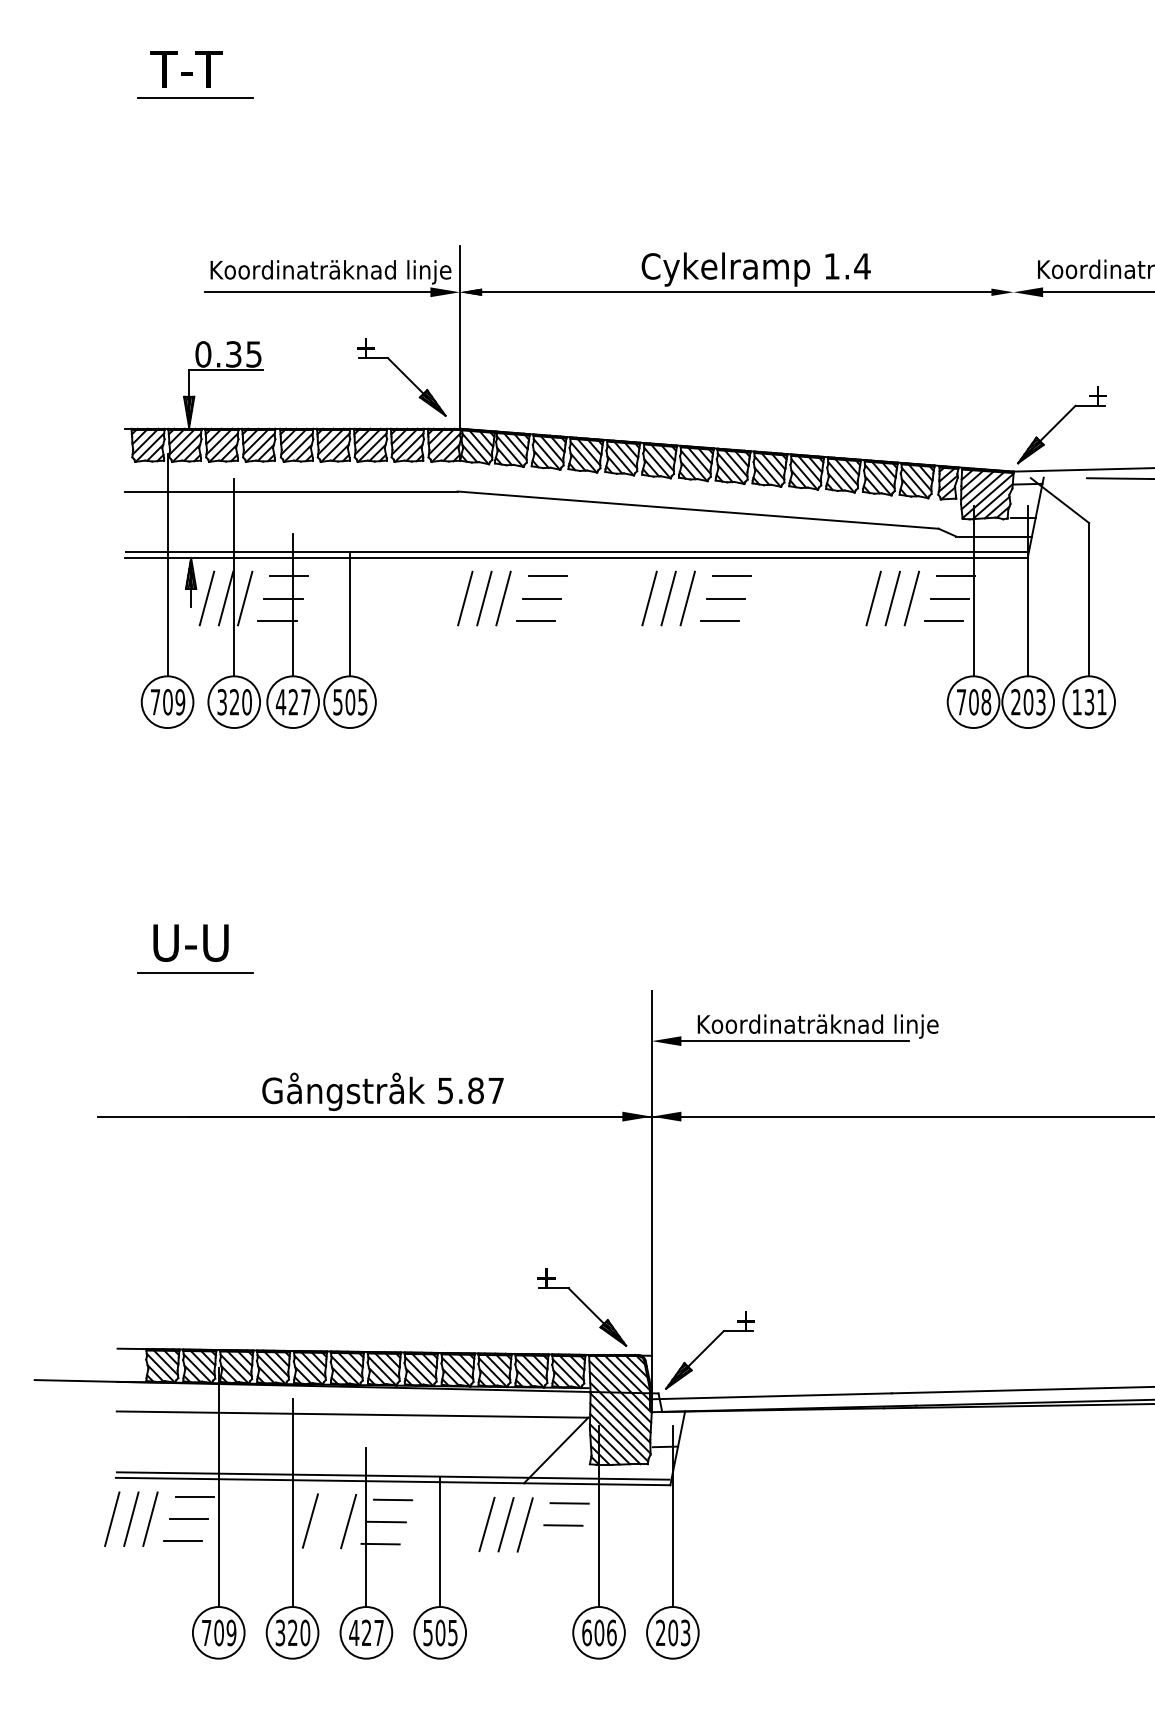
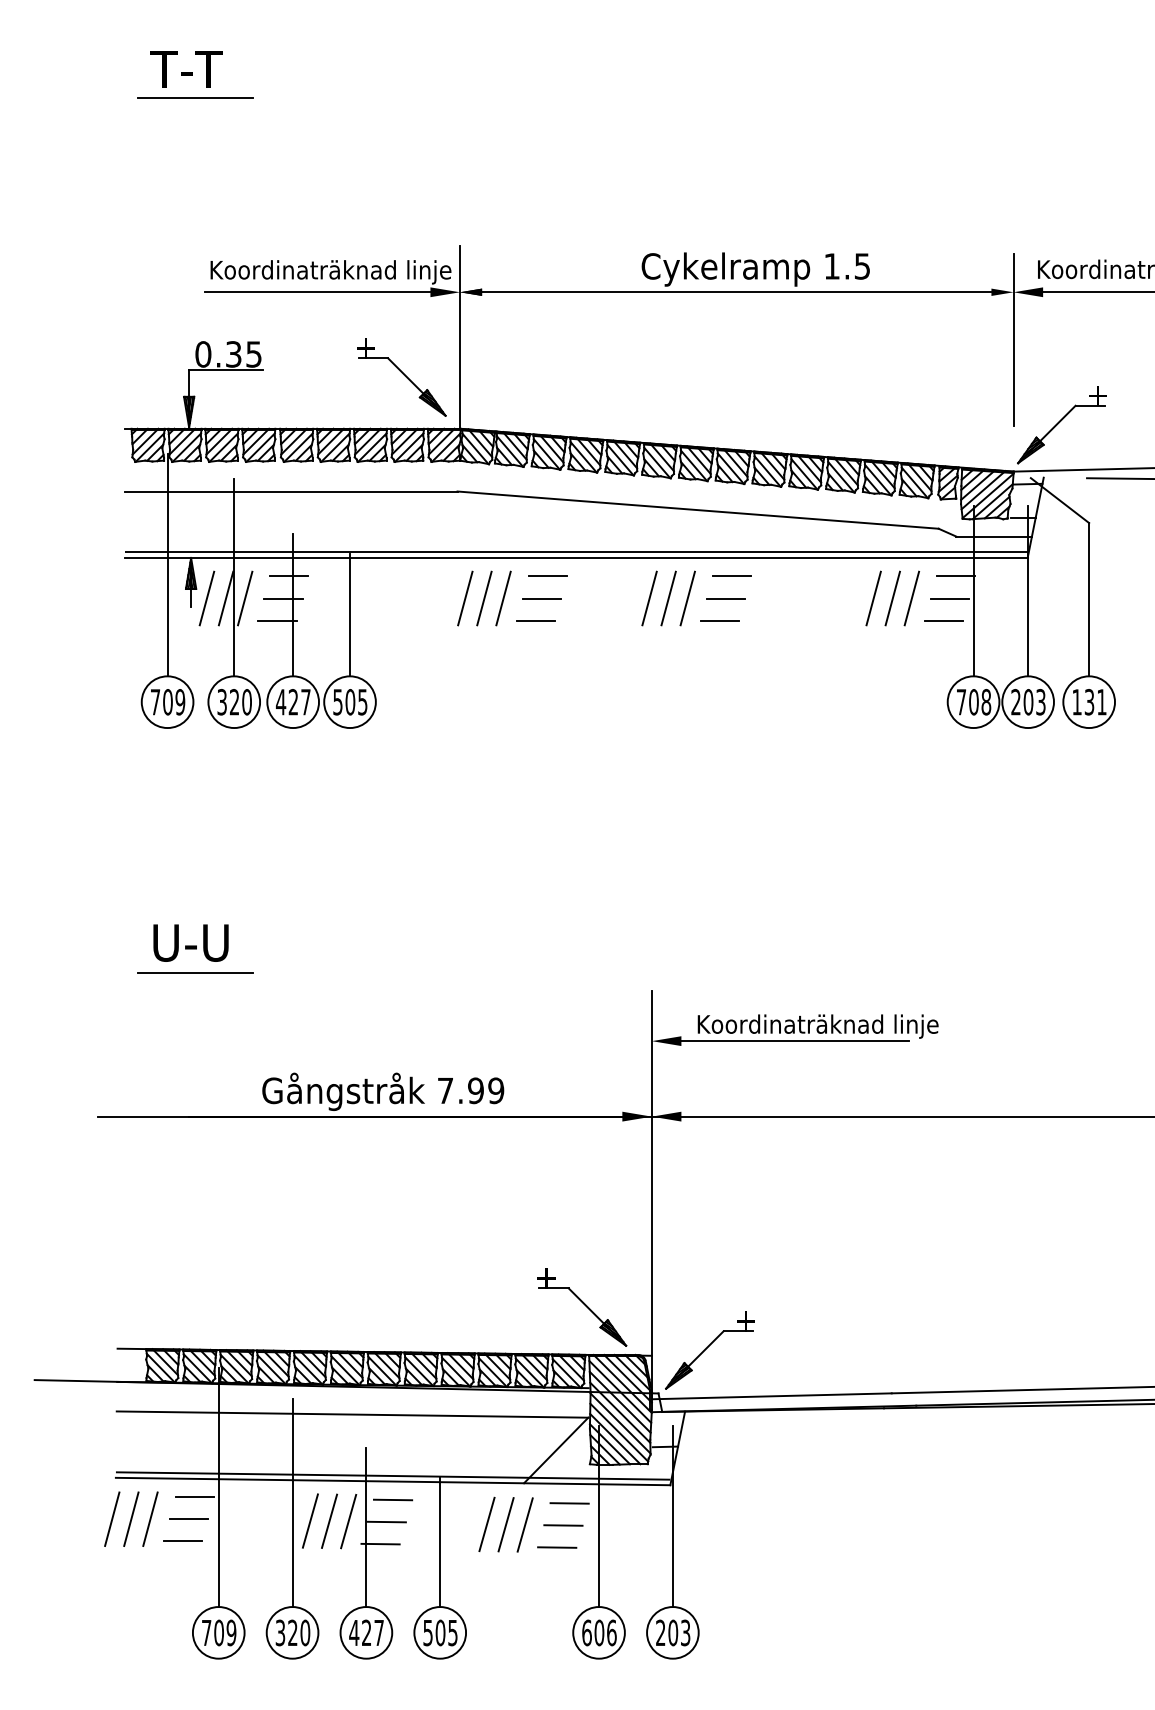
text at (862, 266): 1.4 -> 1.5
line at (1013, 339): none -> present
text at (471, 1090): 5.87 -> 7.99
line at (329, 1520): none -> present
line at (557, 1547): none -> present
